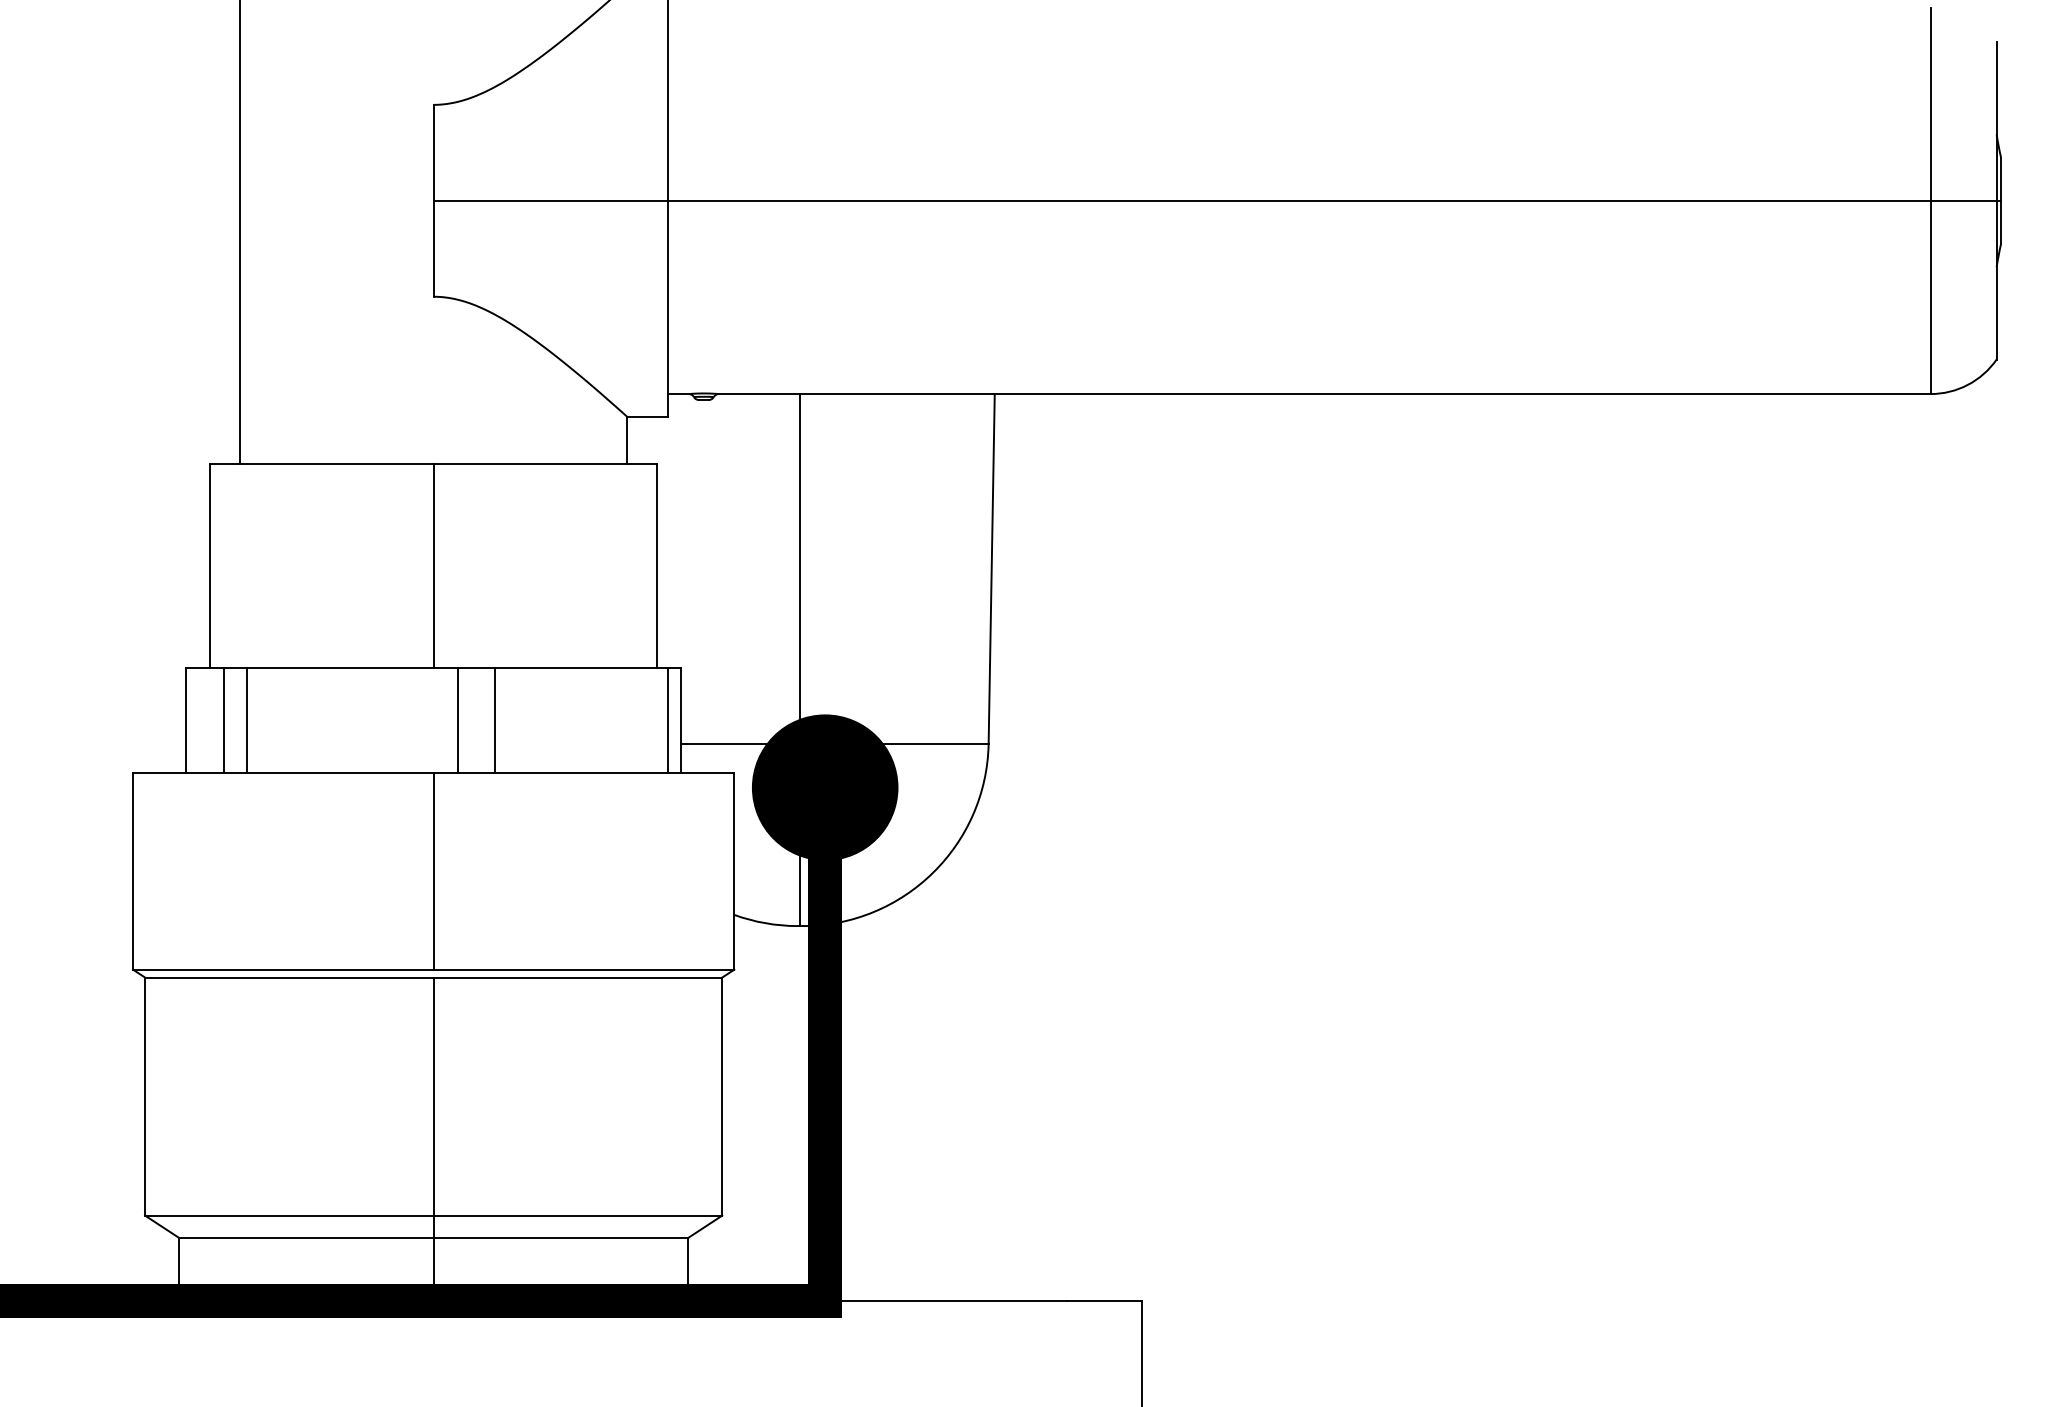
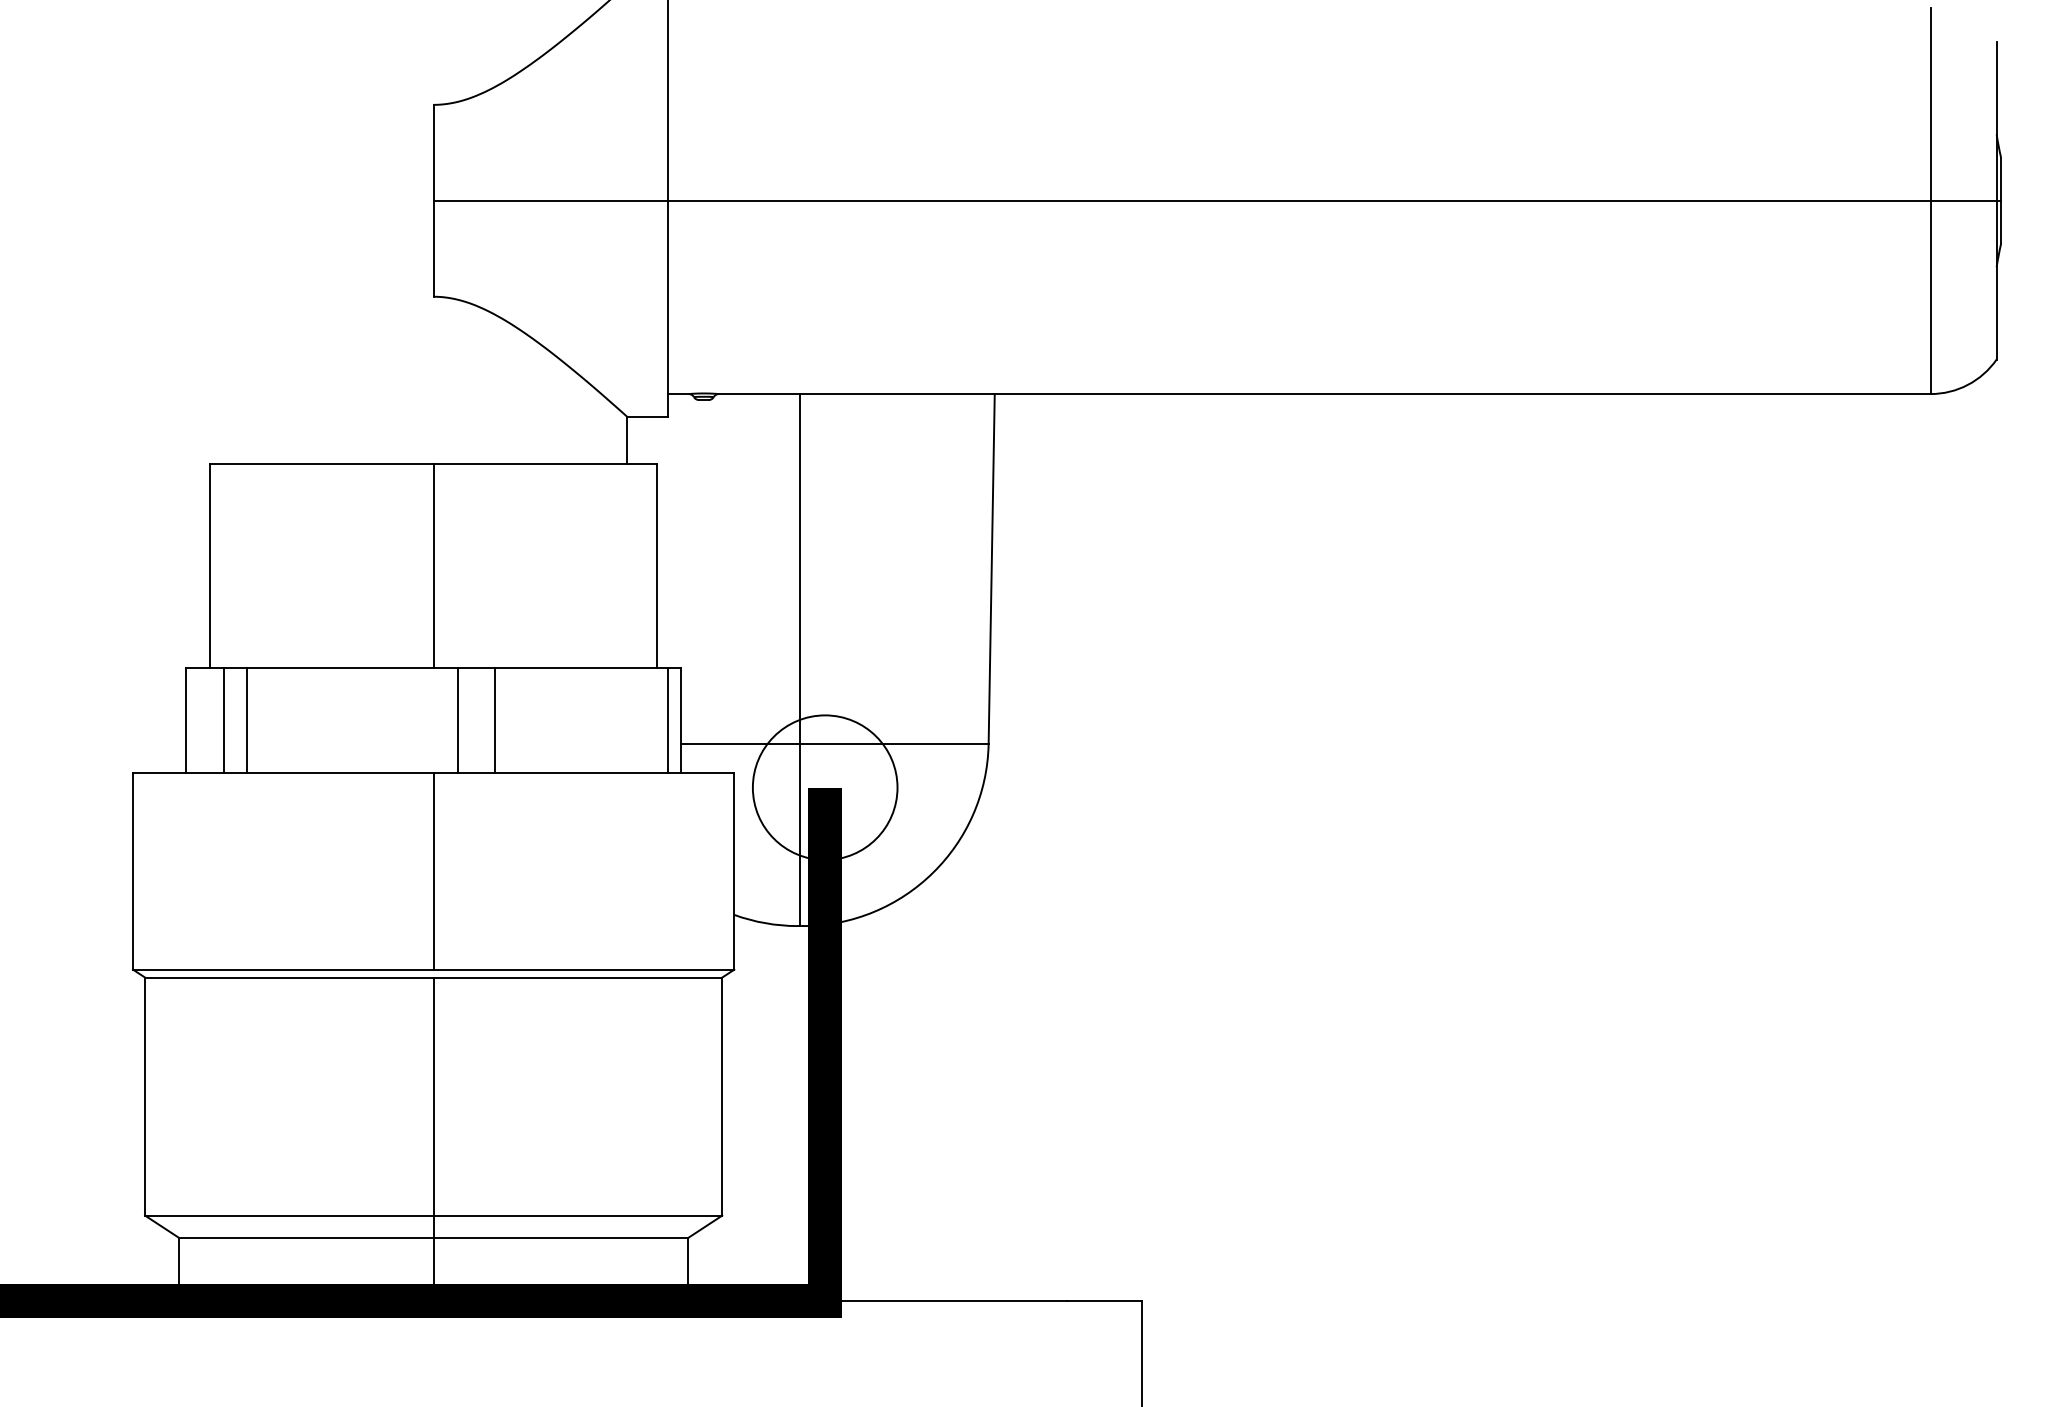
line at (240, 232): present -> none
fill at (824, 787): present -> none
